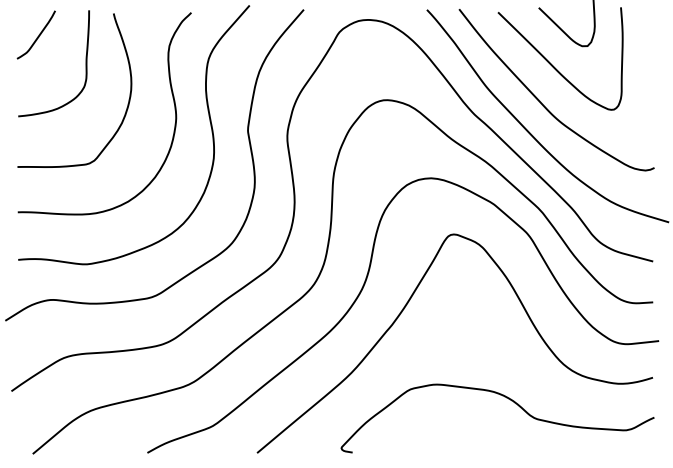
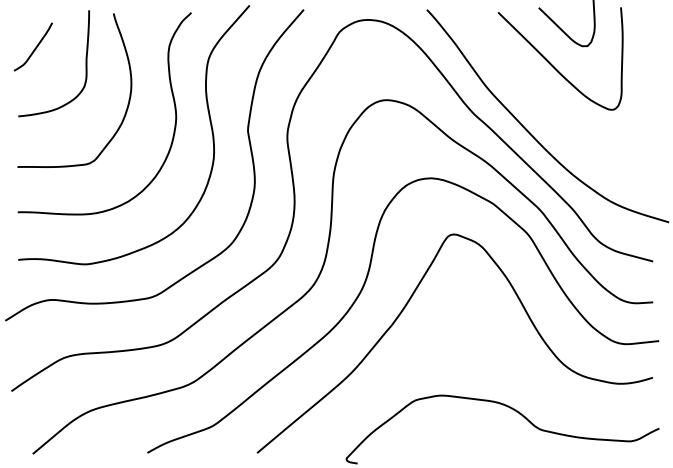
curve at (37, 36) position: (37, 36) -> (34, 48)
curve at (540, 100): present -> none
curve at (506, 398) position: (506, 398) -> (511, 409)
